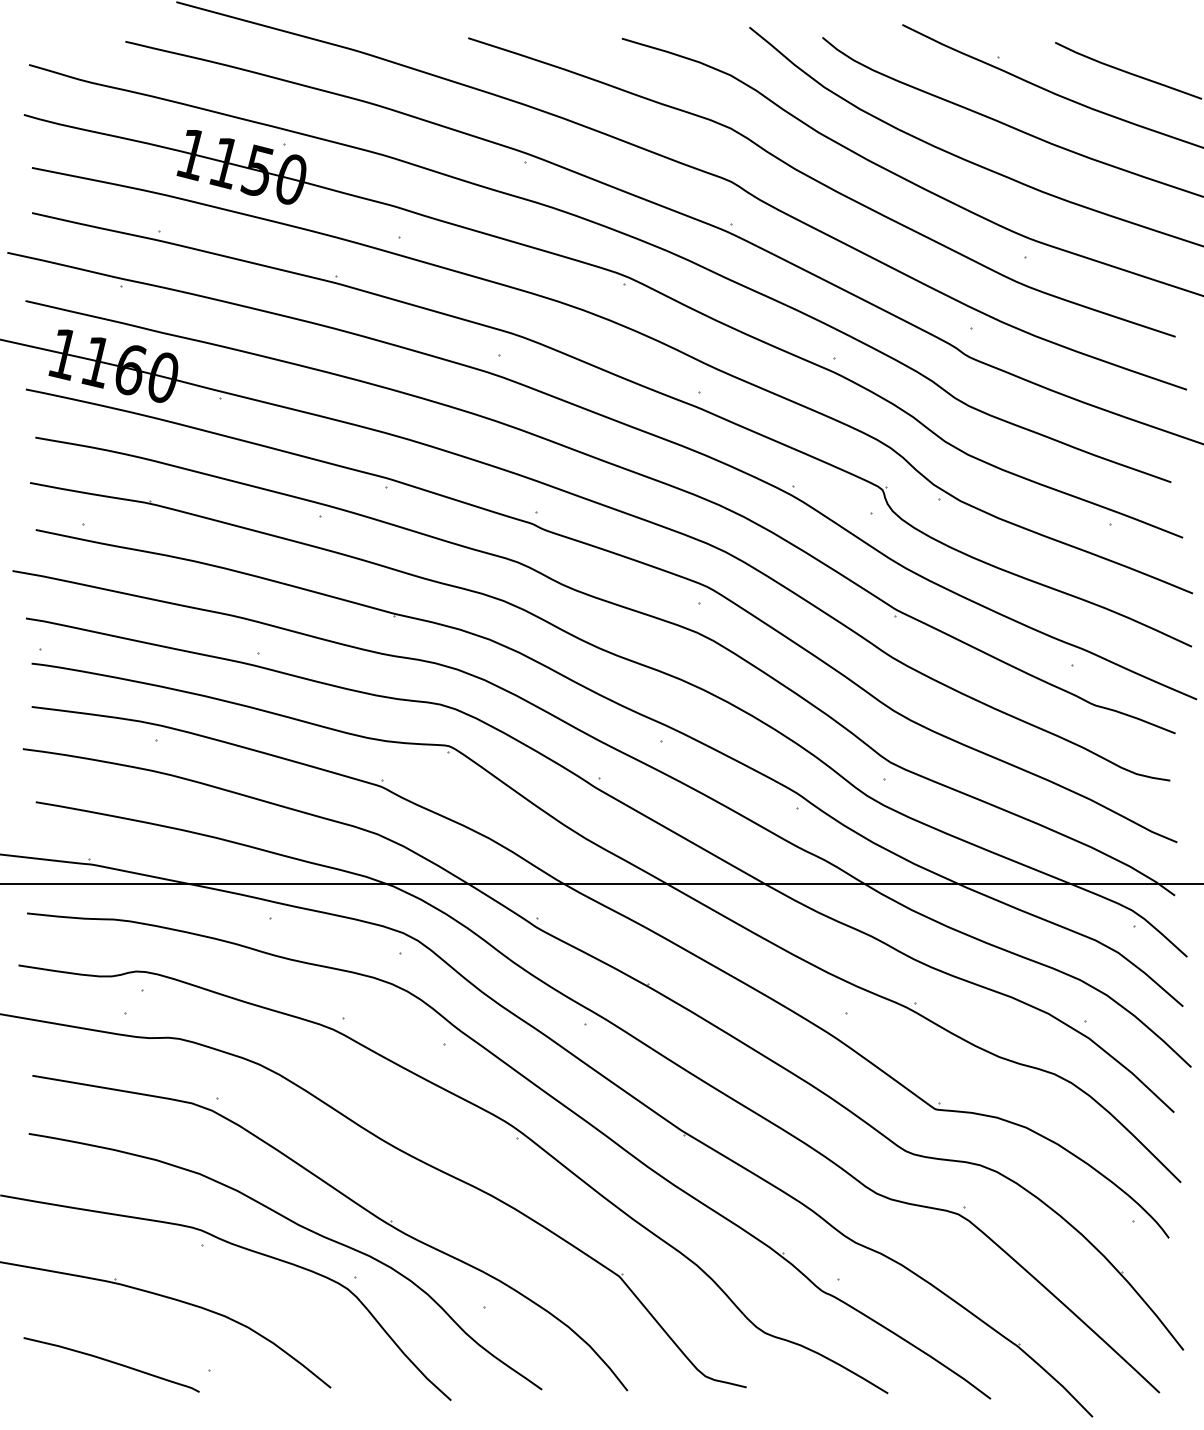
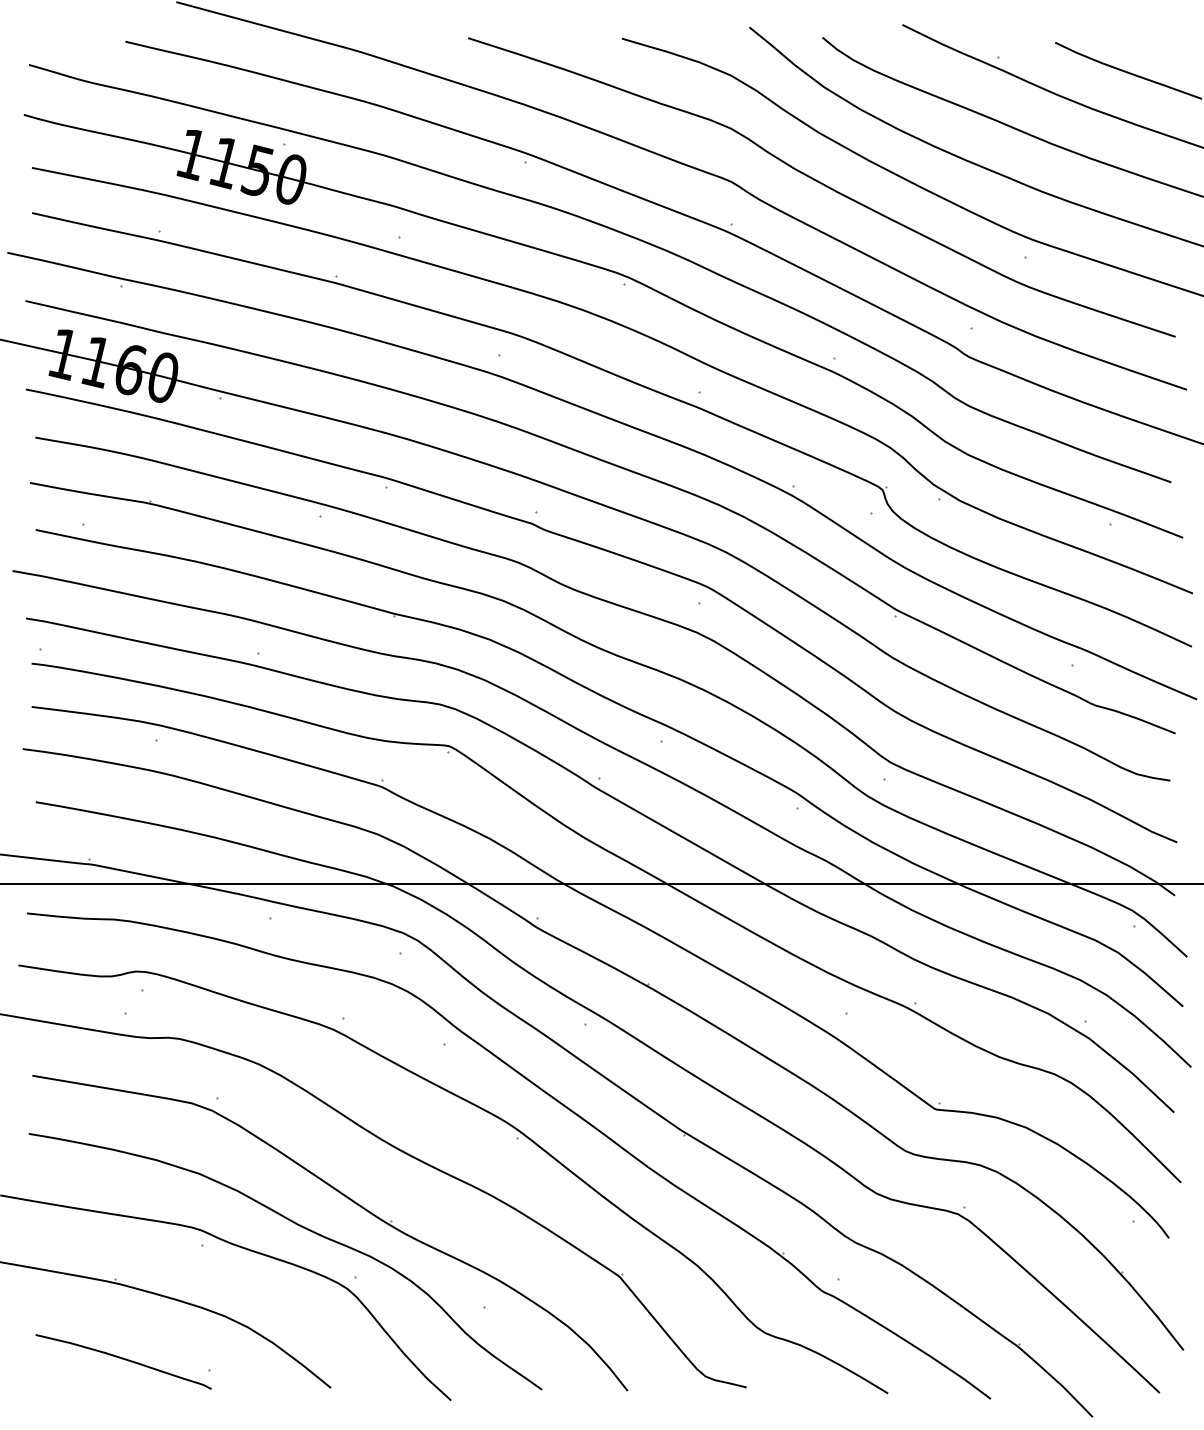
curve at (111, 1362) position: (111, 1362) -> (123, 1359)
